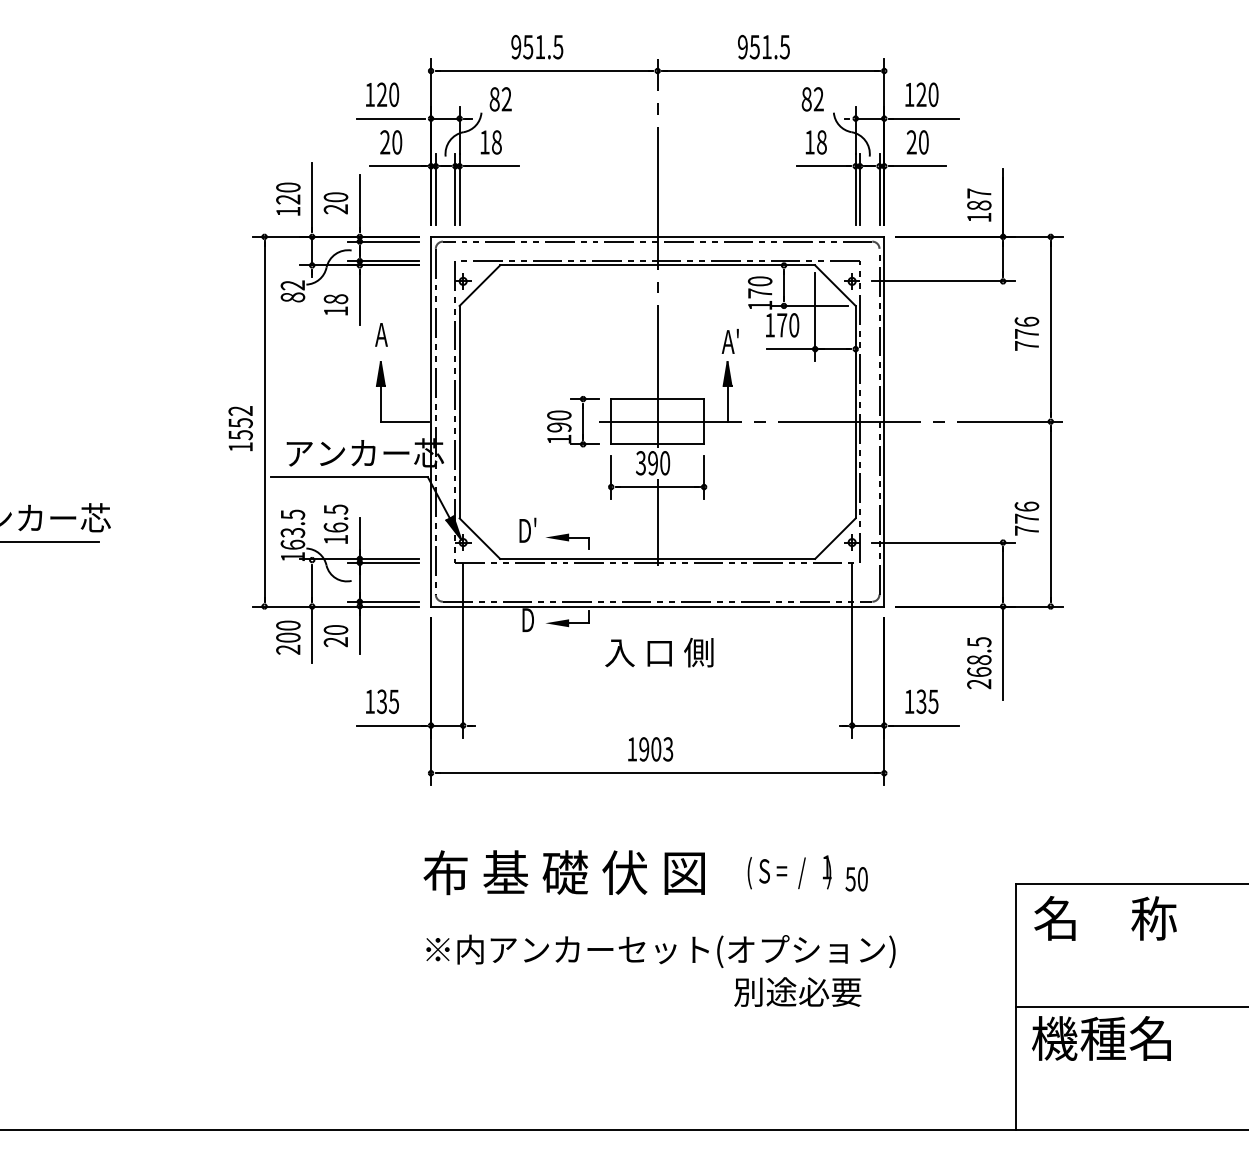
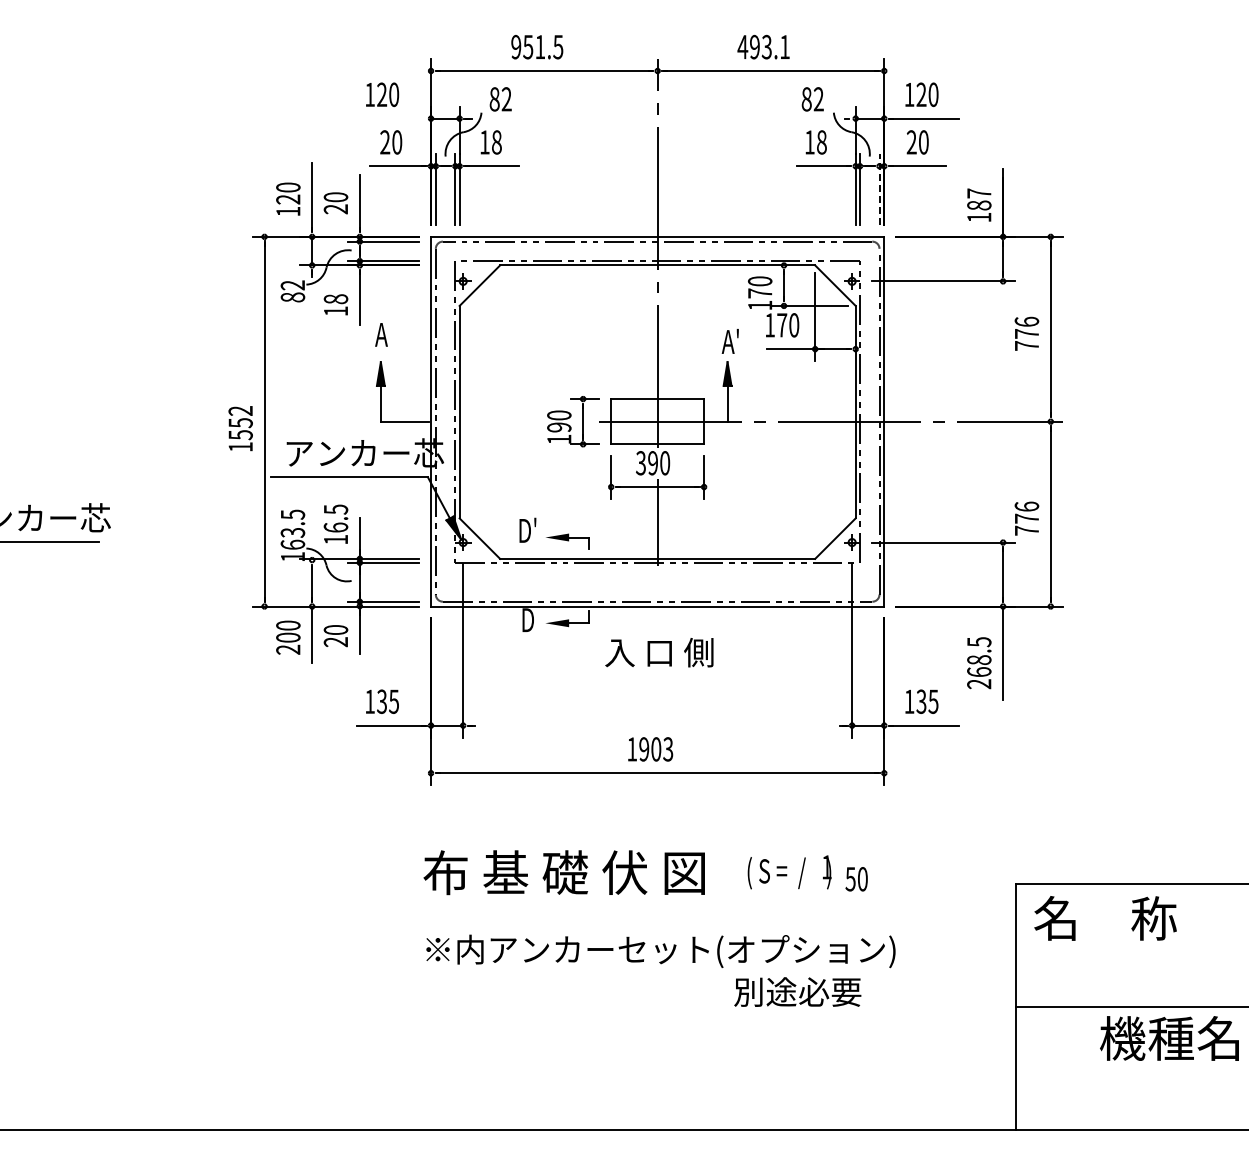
text at (763, 46): 951.5 -> 493.1
line at (390, 118): present -> none
line at (879, 189): solid -> dashed
text at (1101, 1038) position: (1101, 1038) -> (1169, 1038)
